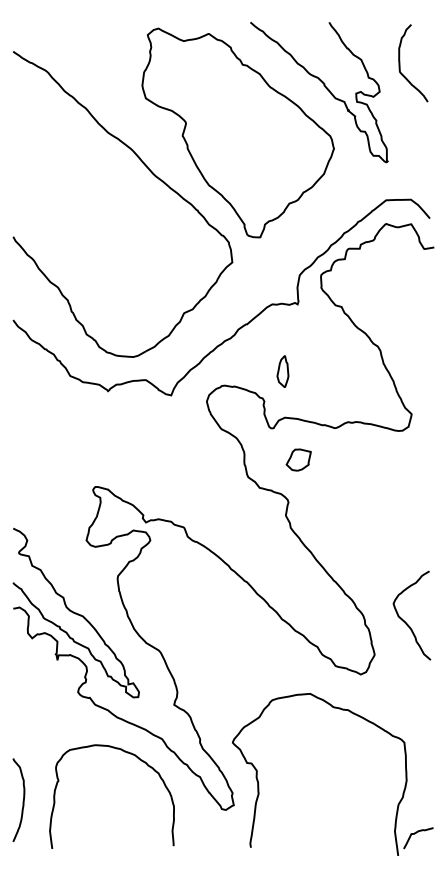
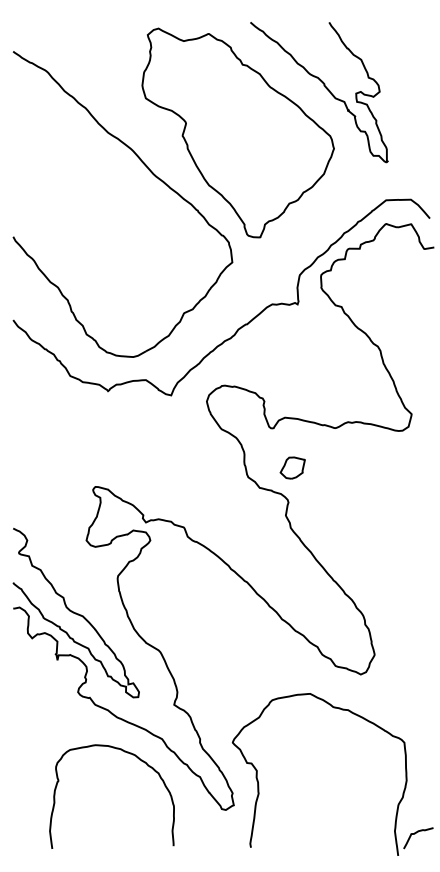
curve at (400, 63): present -> none
part at (282, 371): present -> none
part at (298, 459) position: (298, 459) -> (292, 467)
curve at (405, 621): present -> none
curve at (22, 800): present -> none
